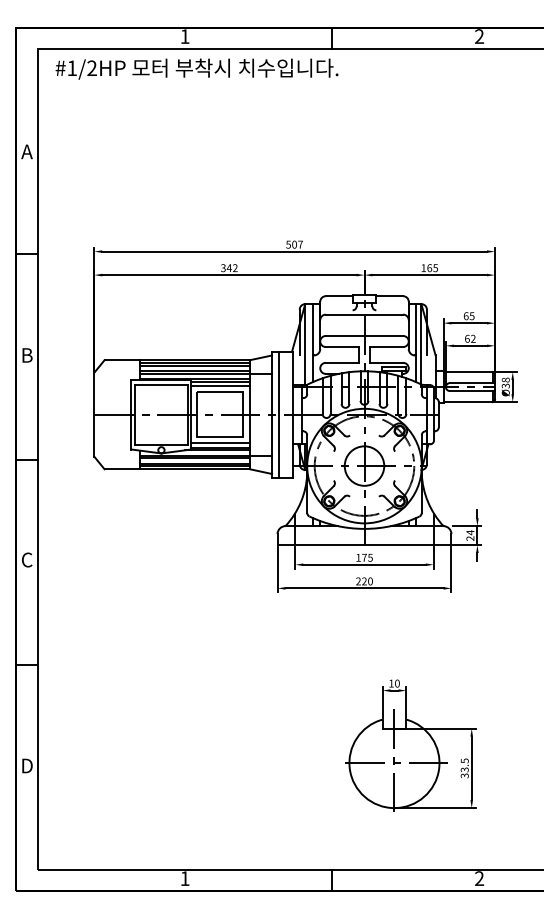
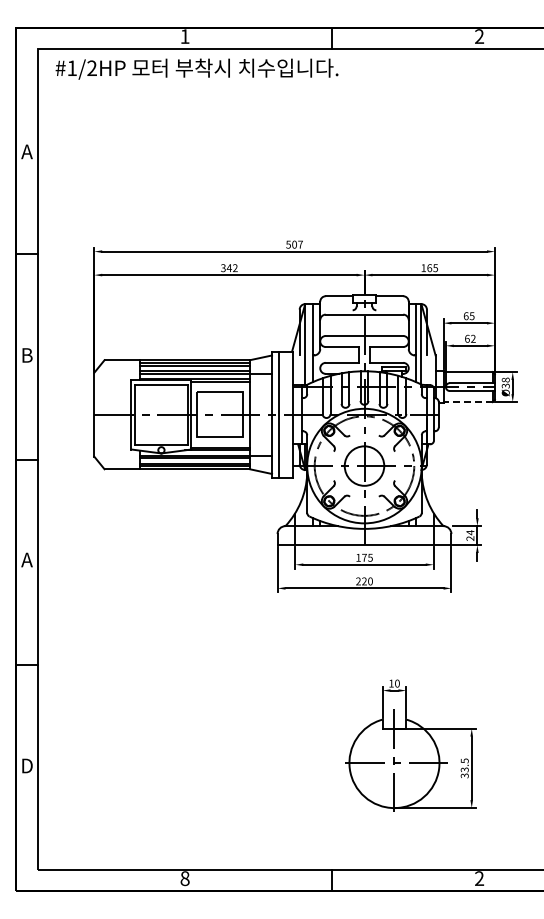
line at (220, 386): present -> none
line at (467, 402): solid -> dashed
line at (220, 443): present -> none
text at (26, 559): C -> A
text at (184, 878): 1 -> 8
